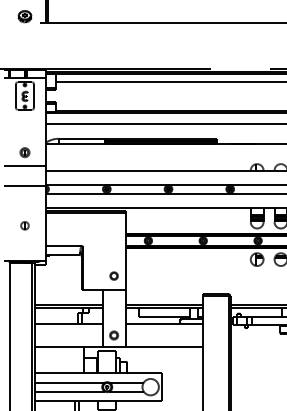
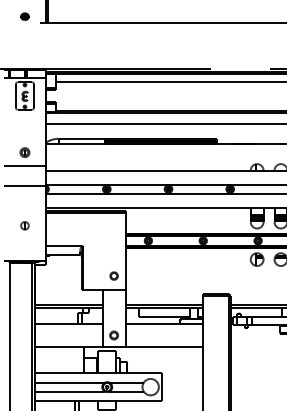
part at (24, 16) size: 16x14 px -> 10x9 px
